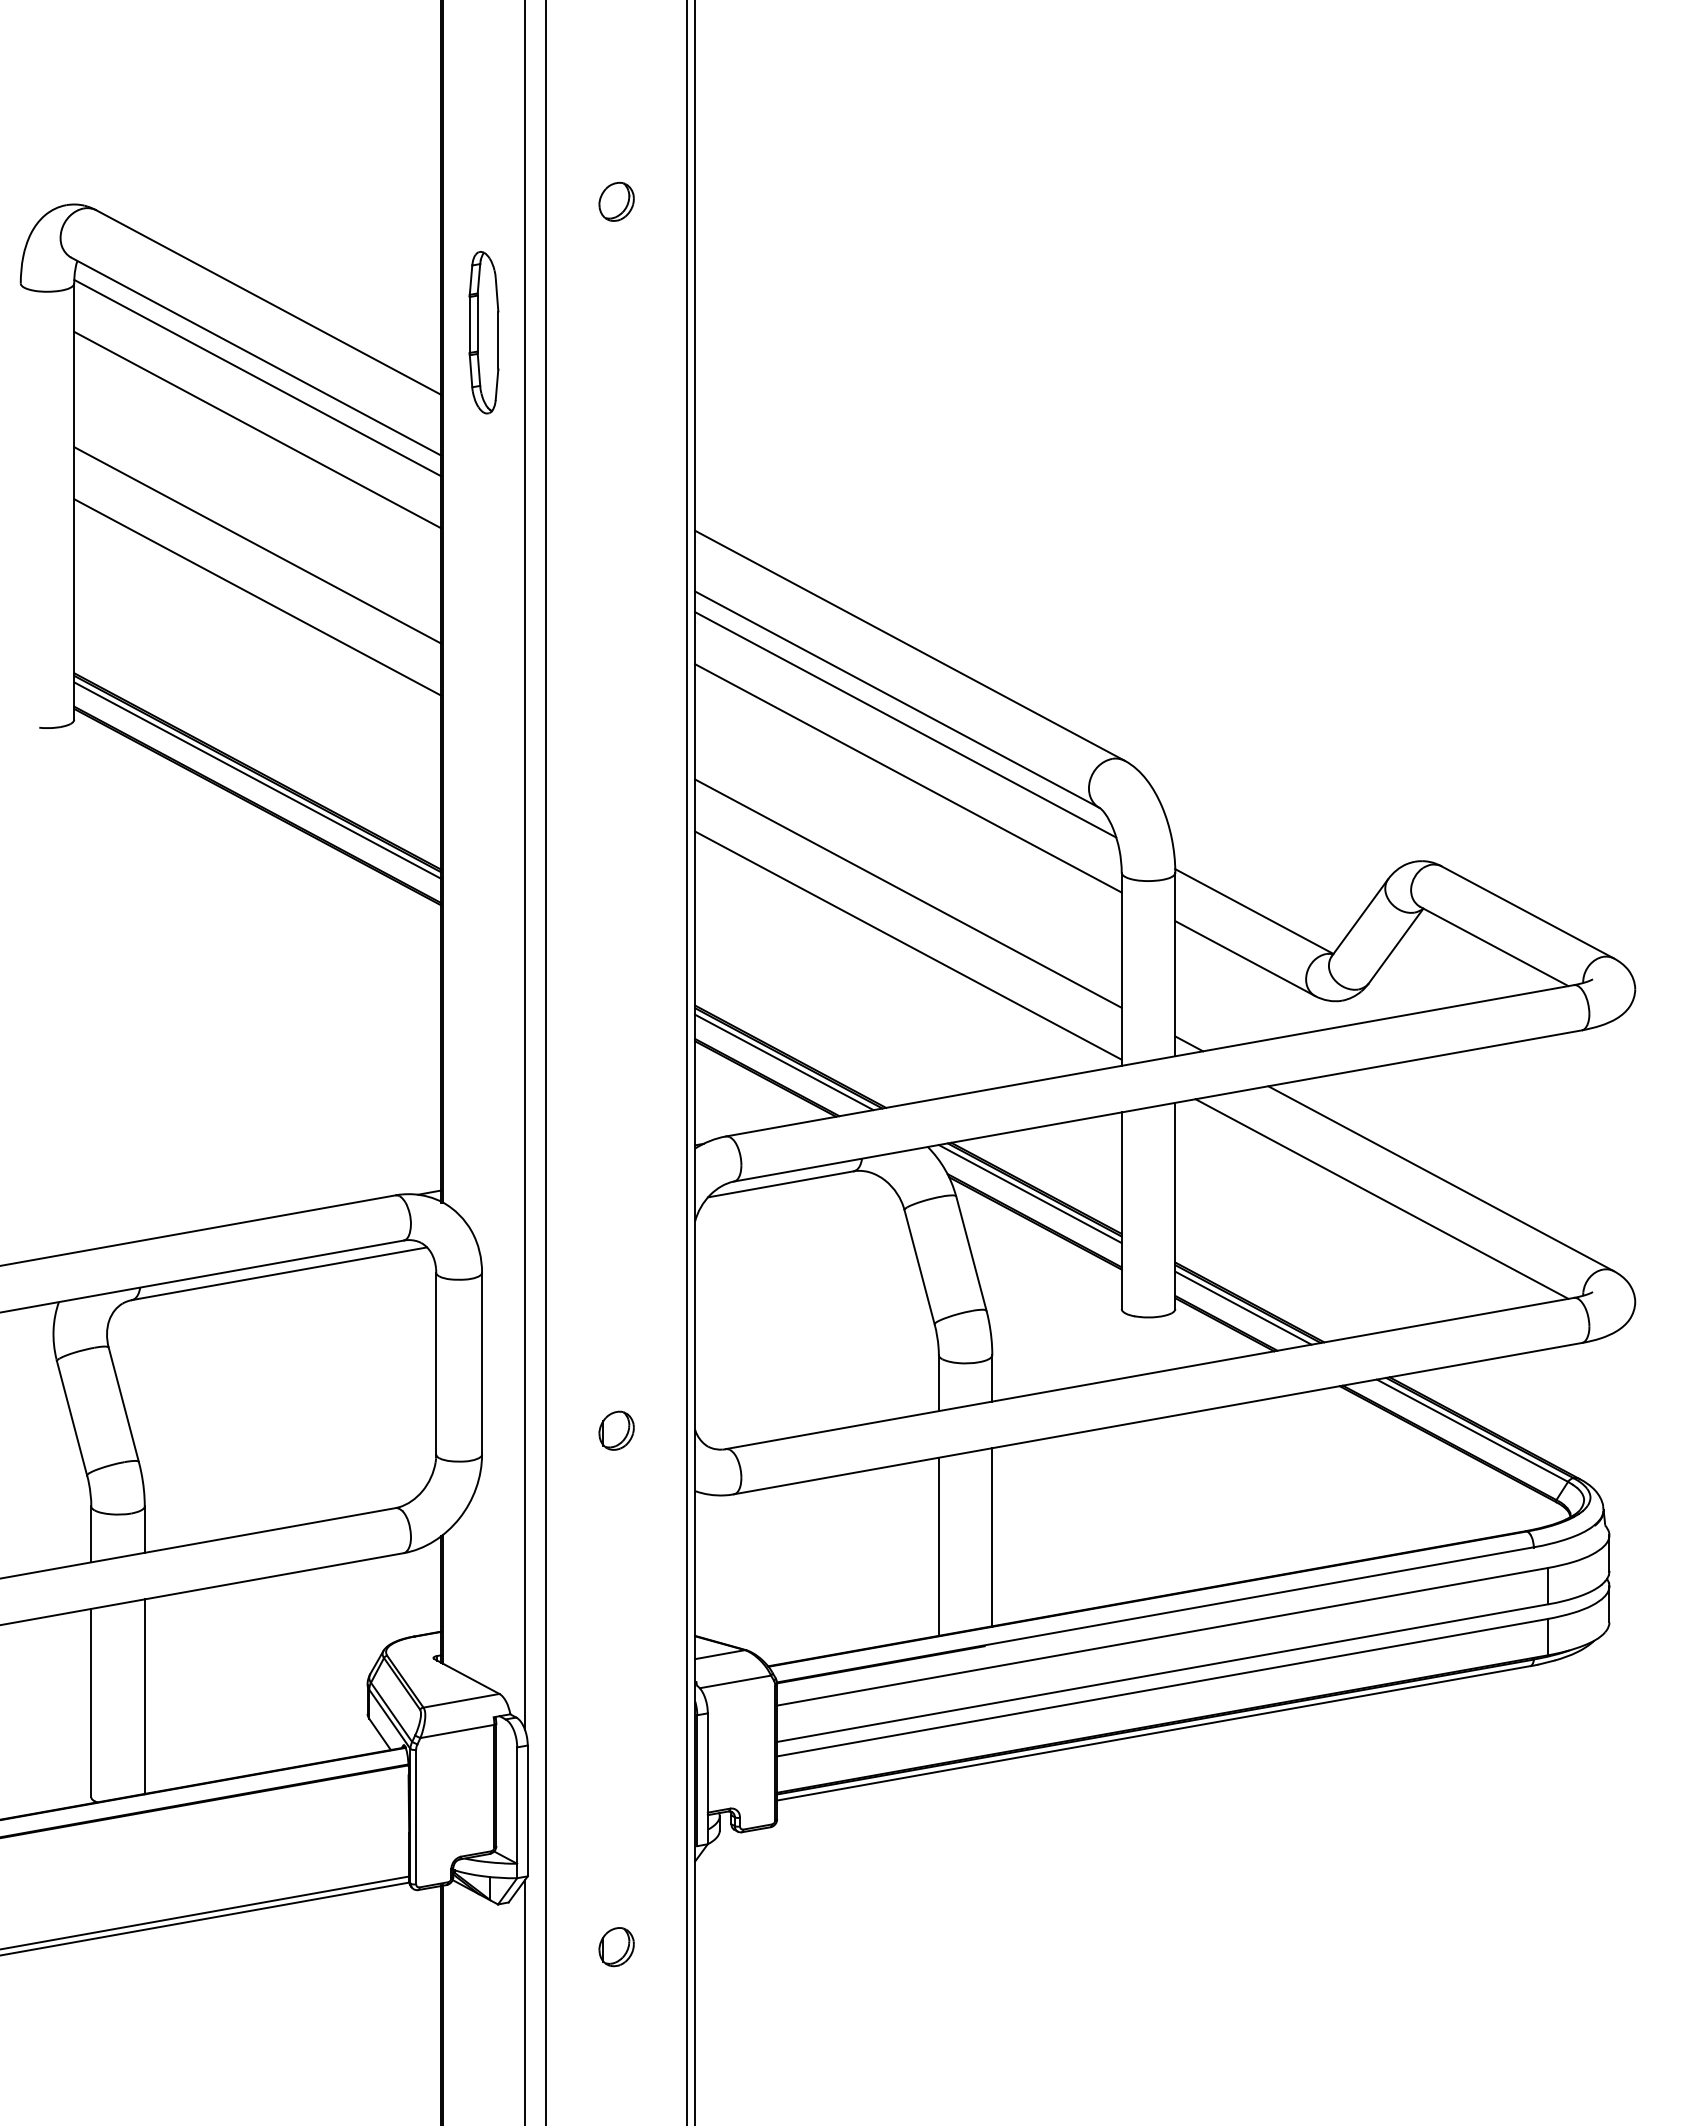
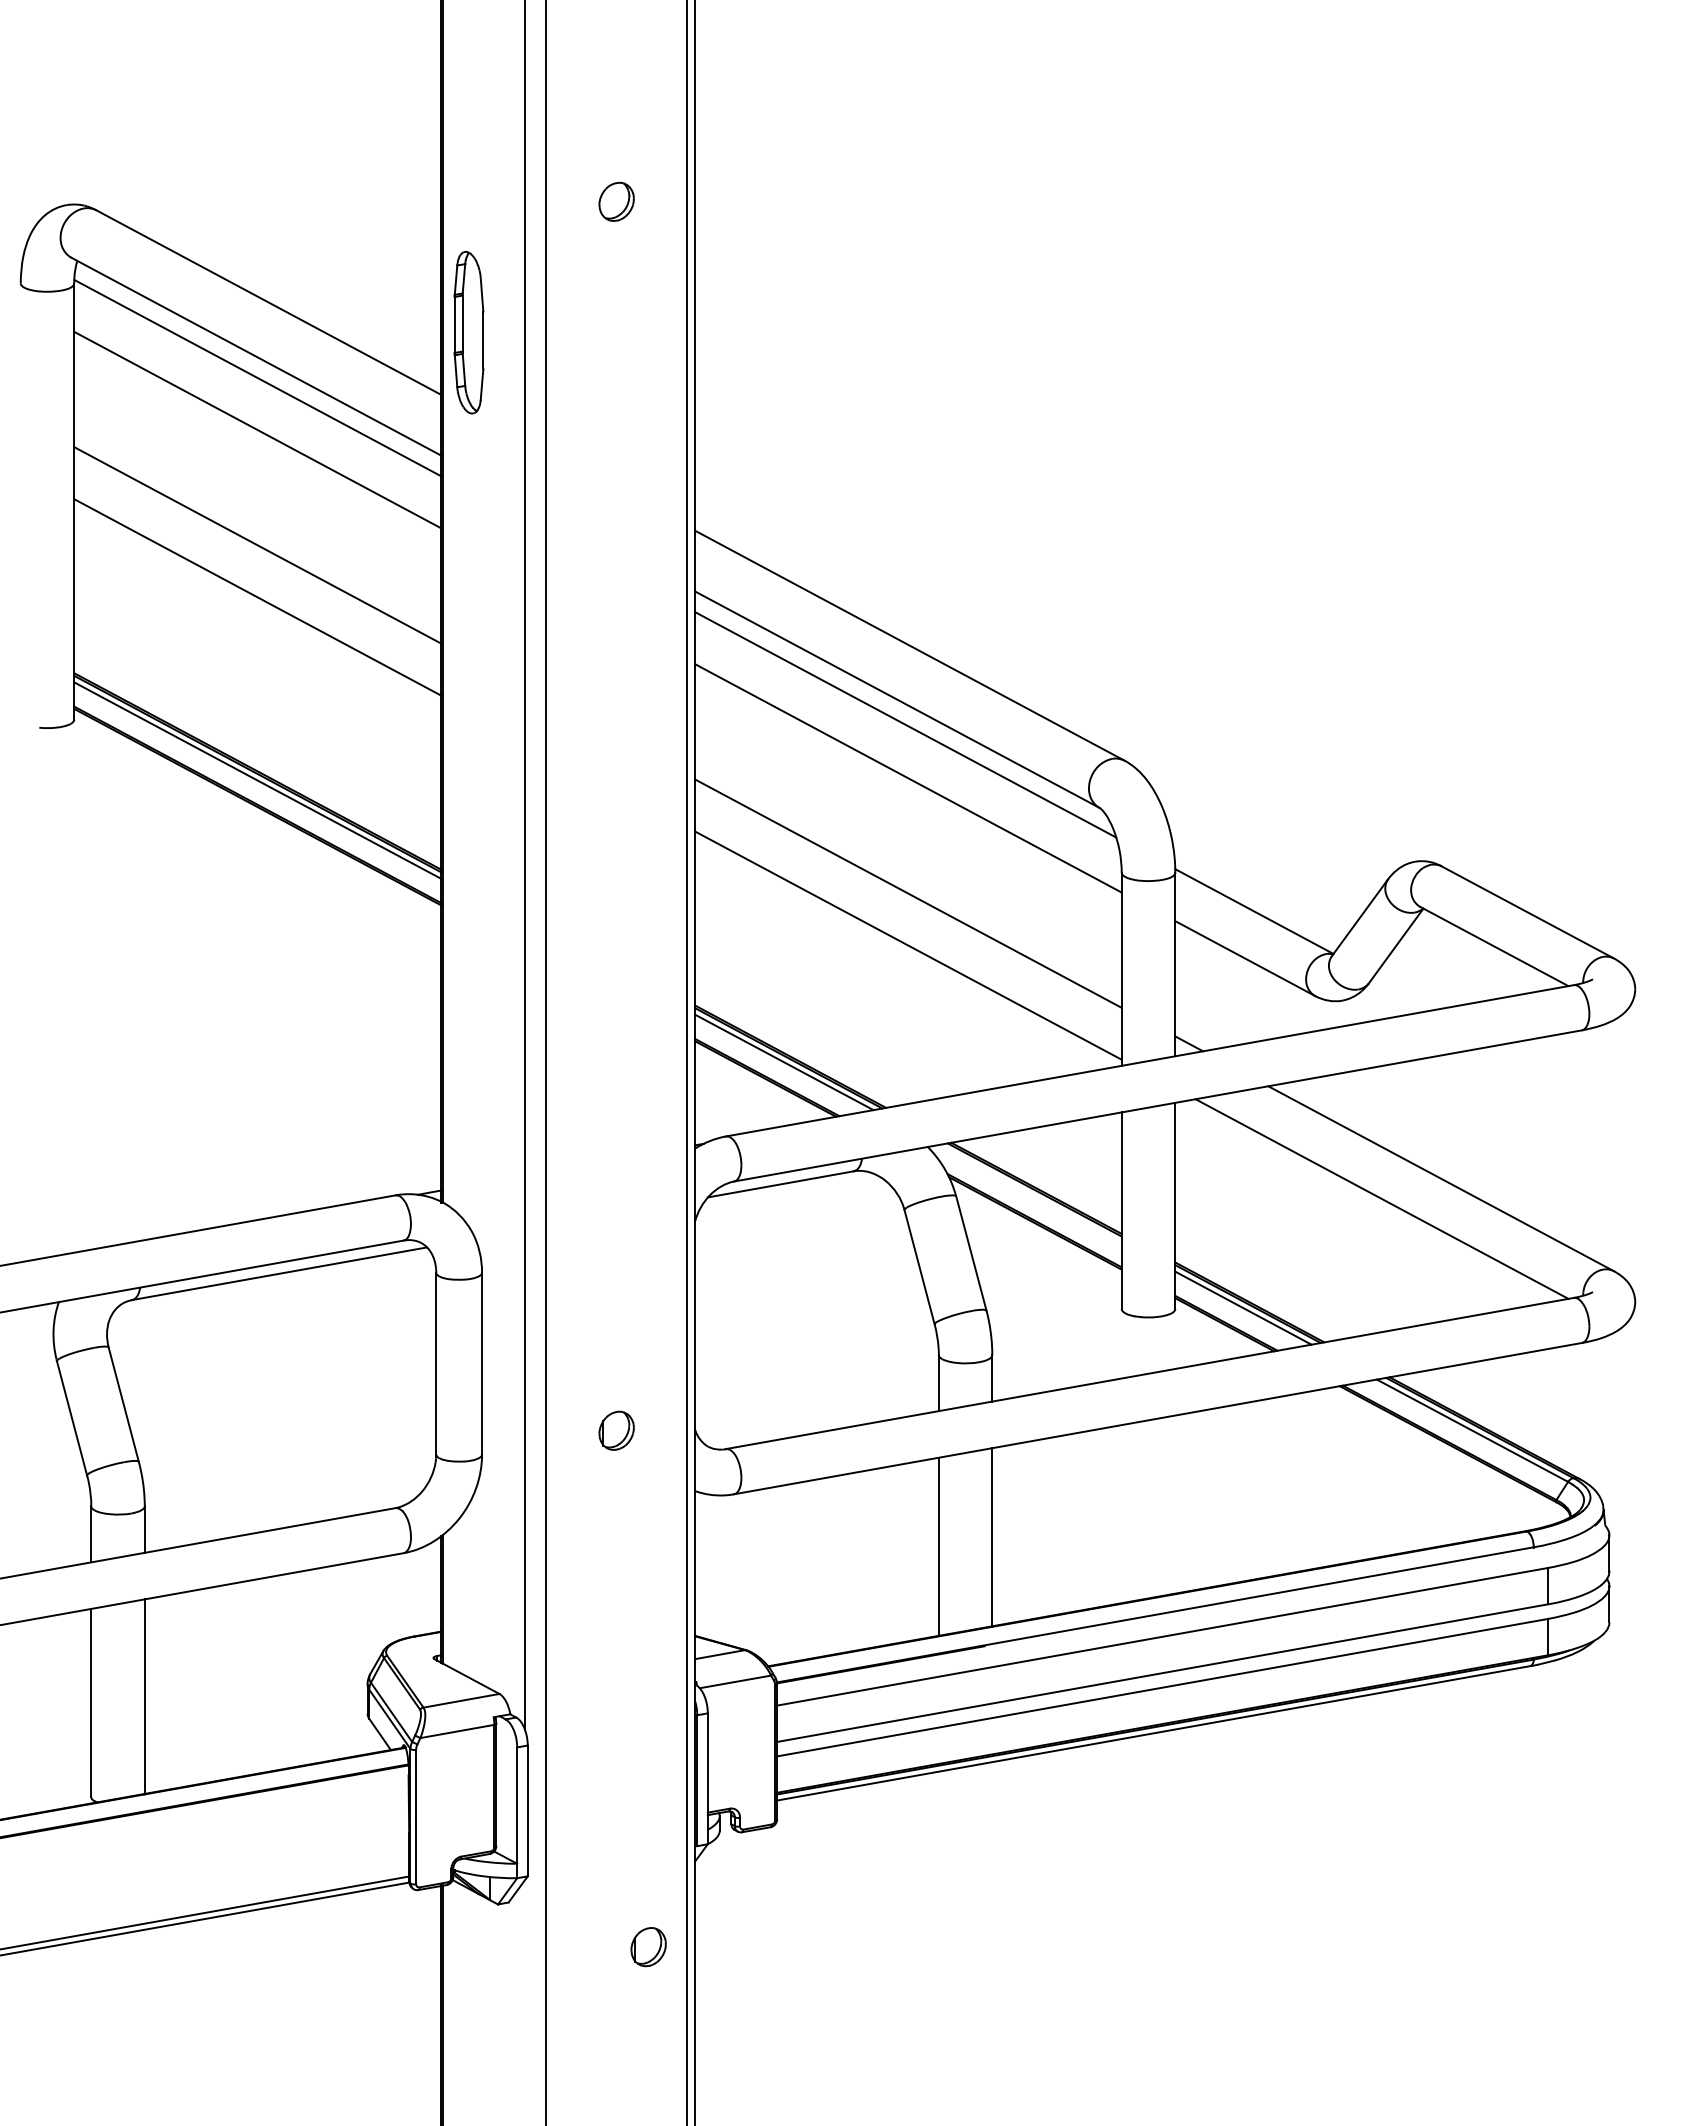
part at (483, 332) position: (483, 332) -> (468, 332)
line at (1029, 1194): present -> none
part at (616, 1947) position: (616, 1947) -> (648, 1947)
line at (524, 2001): present -> none
